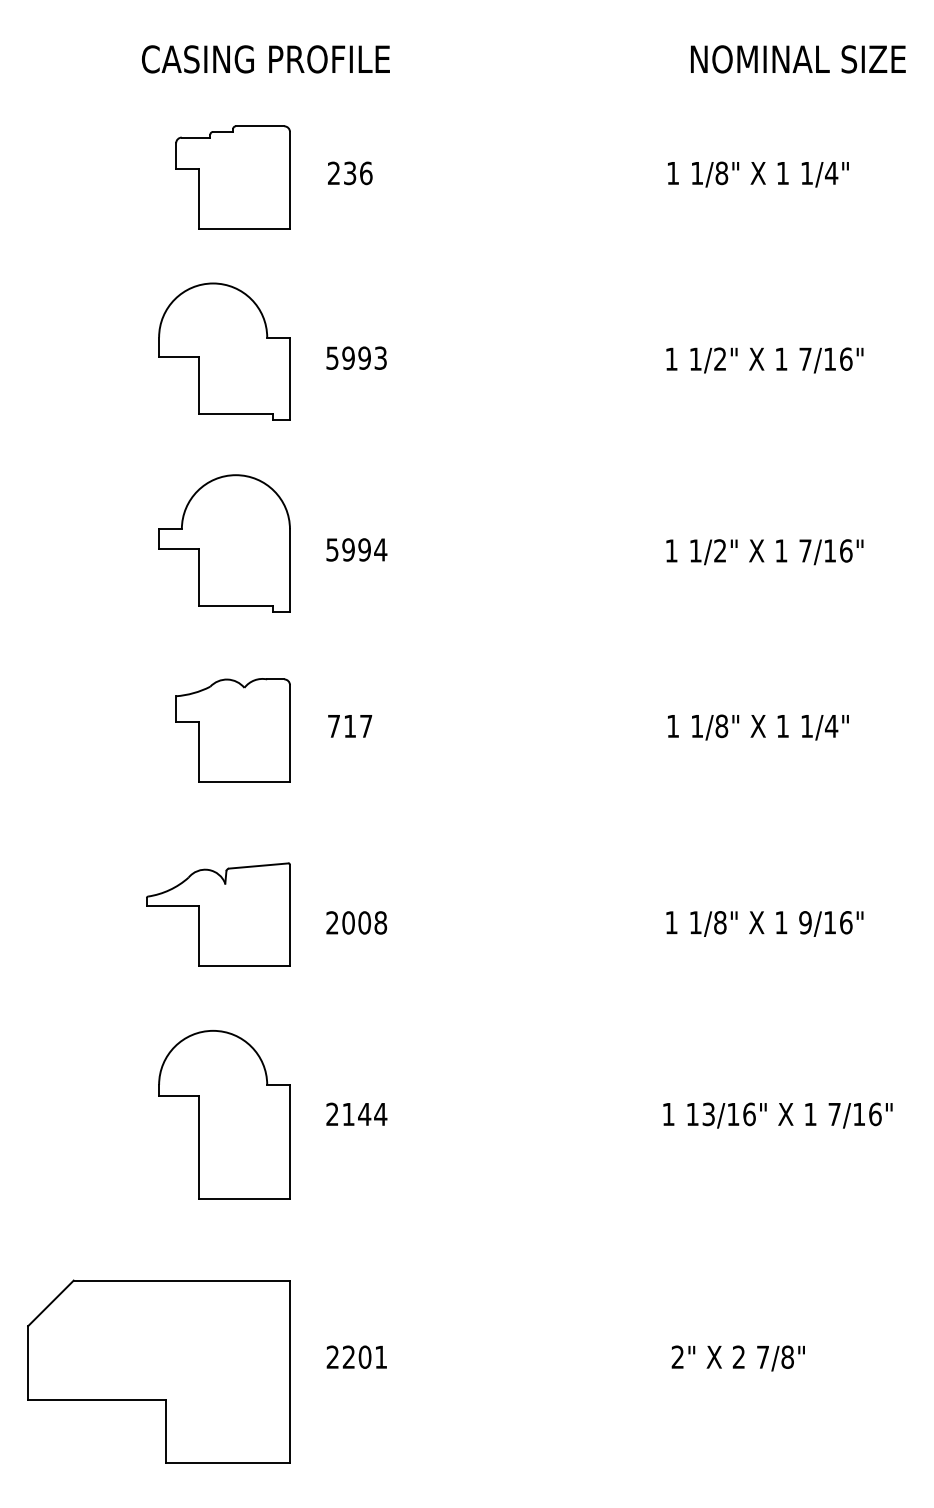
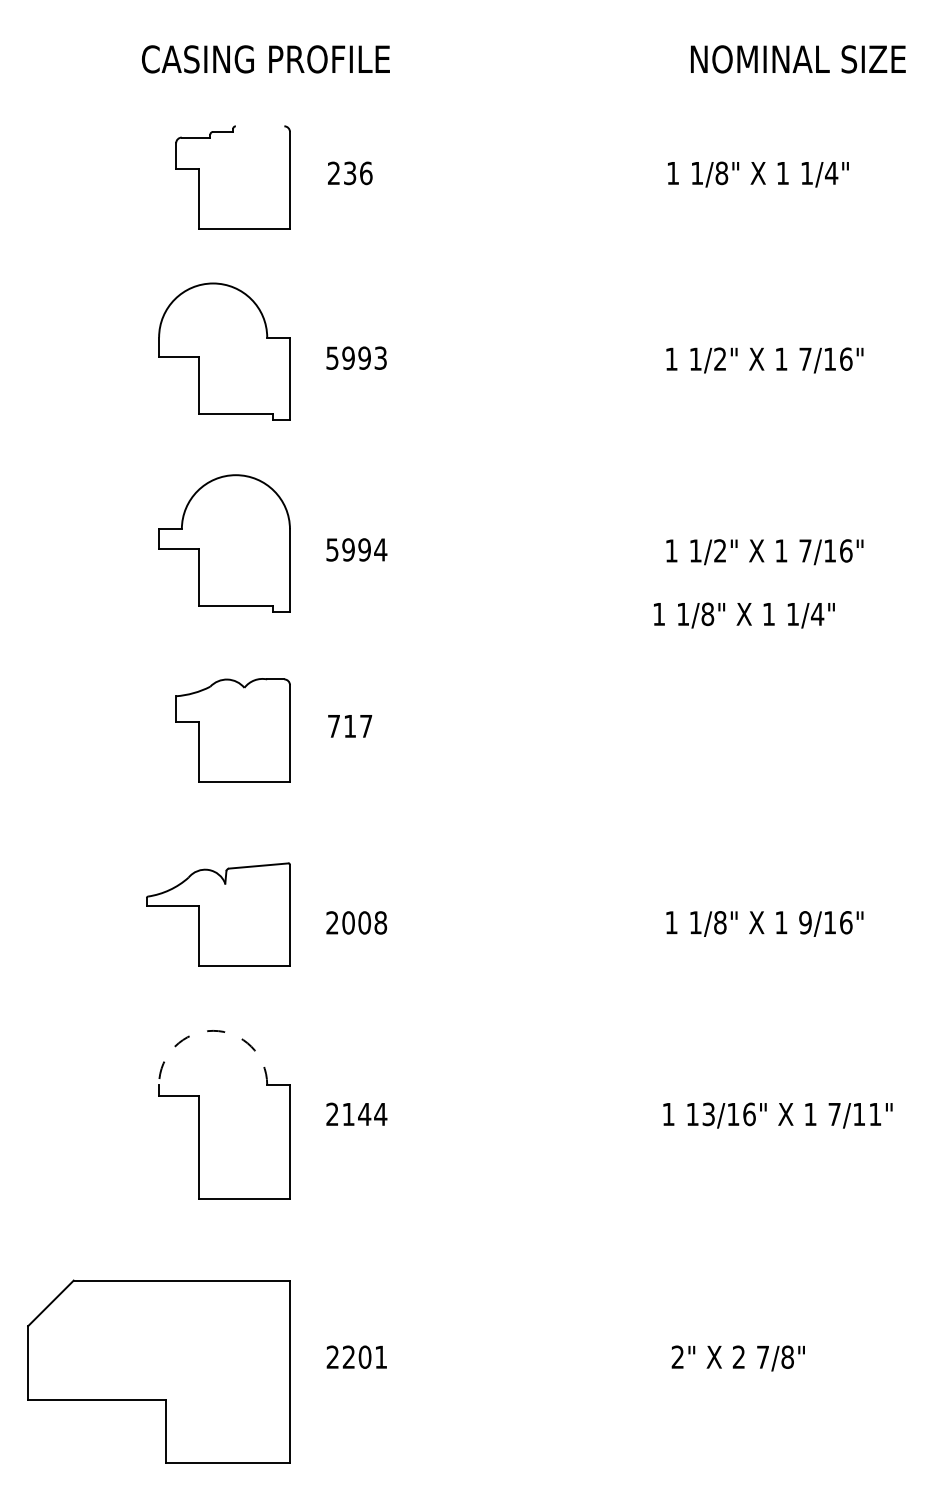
line at (259, 126): present -> none
text at (758, 727) position: (758, 727) -> (744, 615)
arc at (213, 1030): solid -> dashed
text at (875, 1114): 7/16" -> 7/11"
